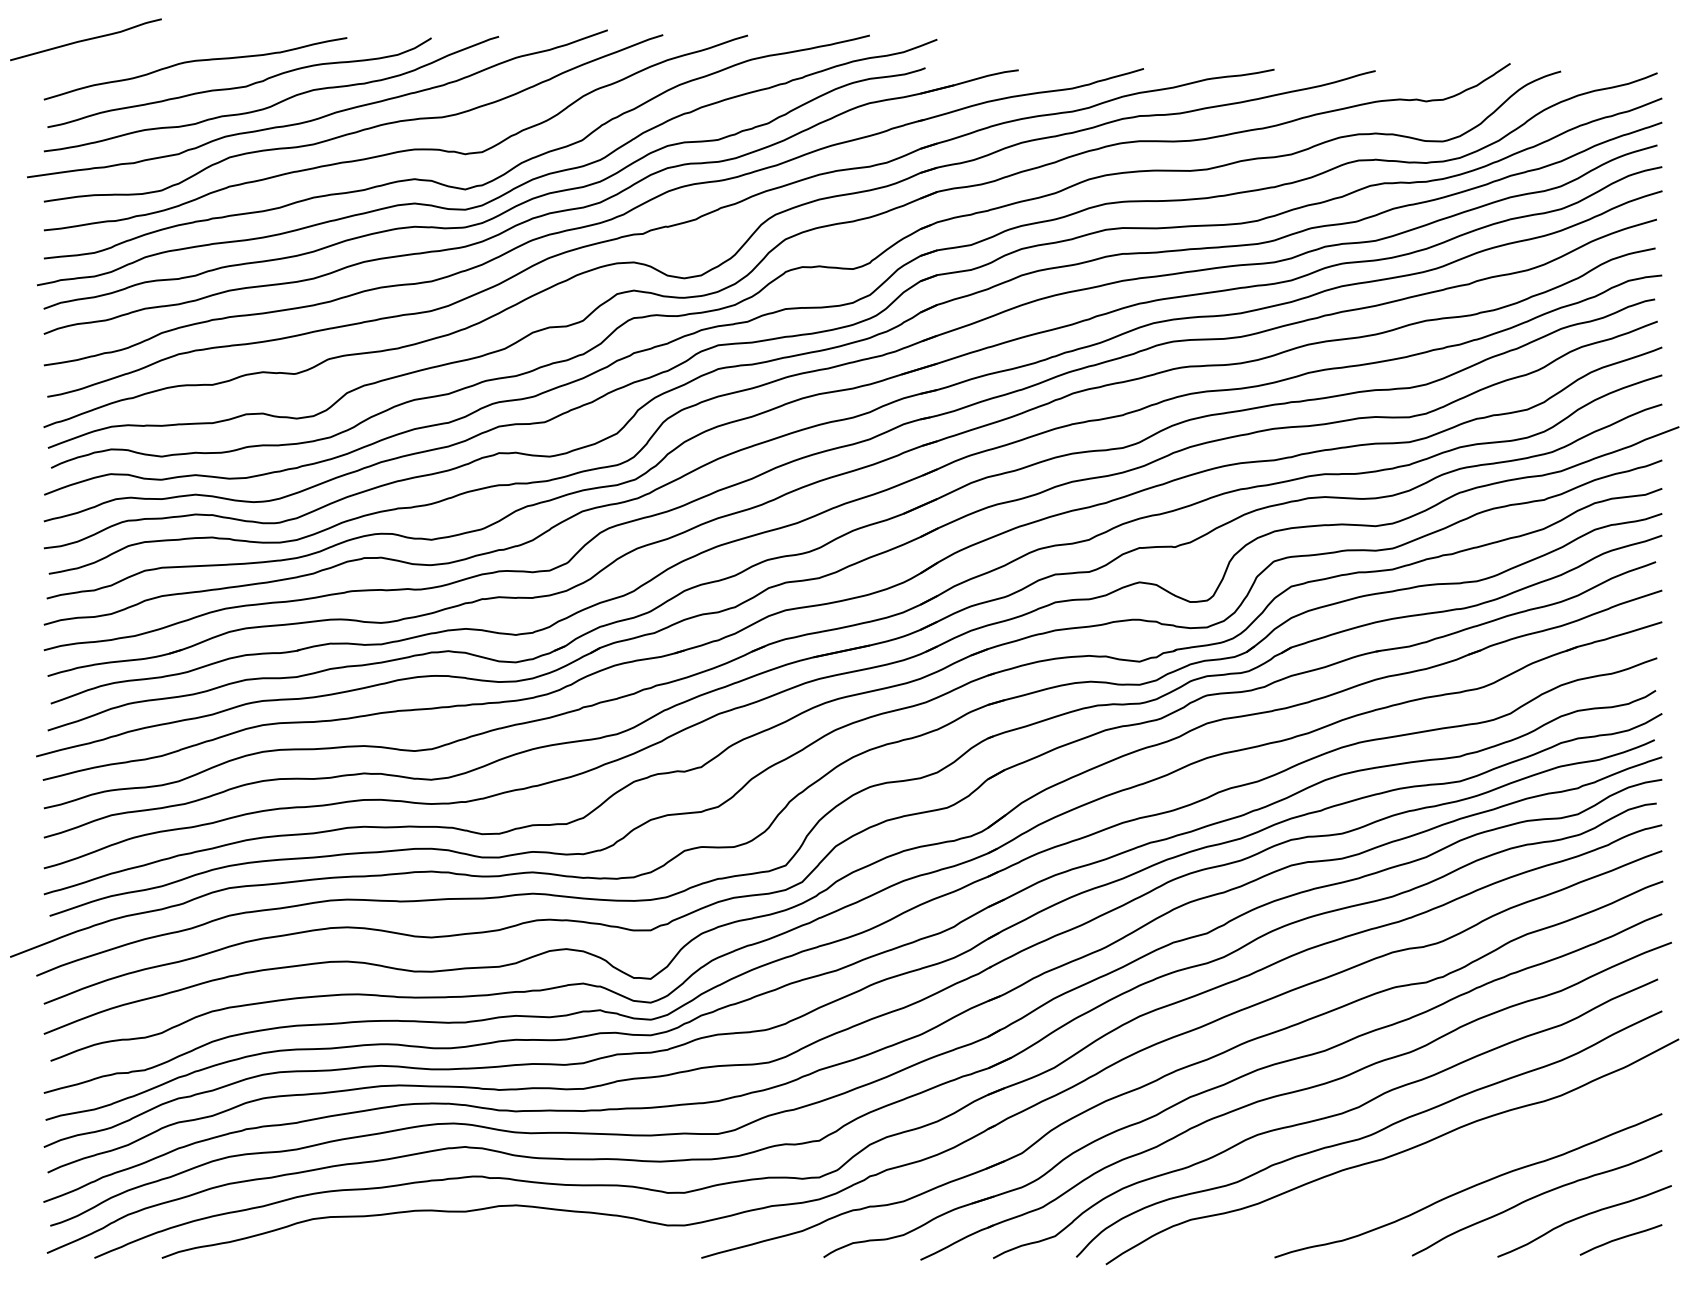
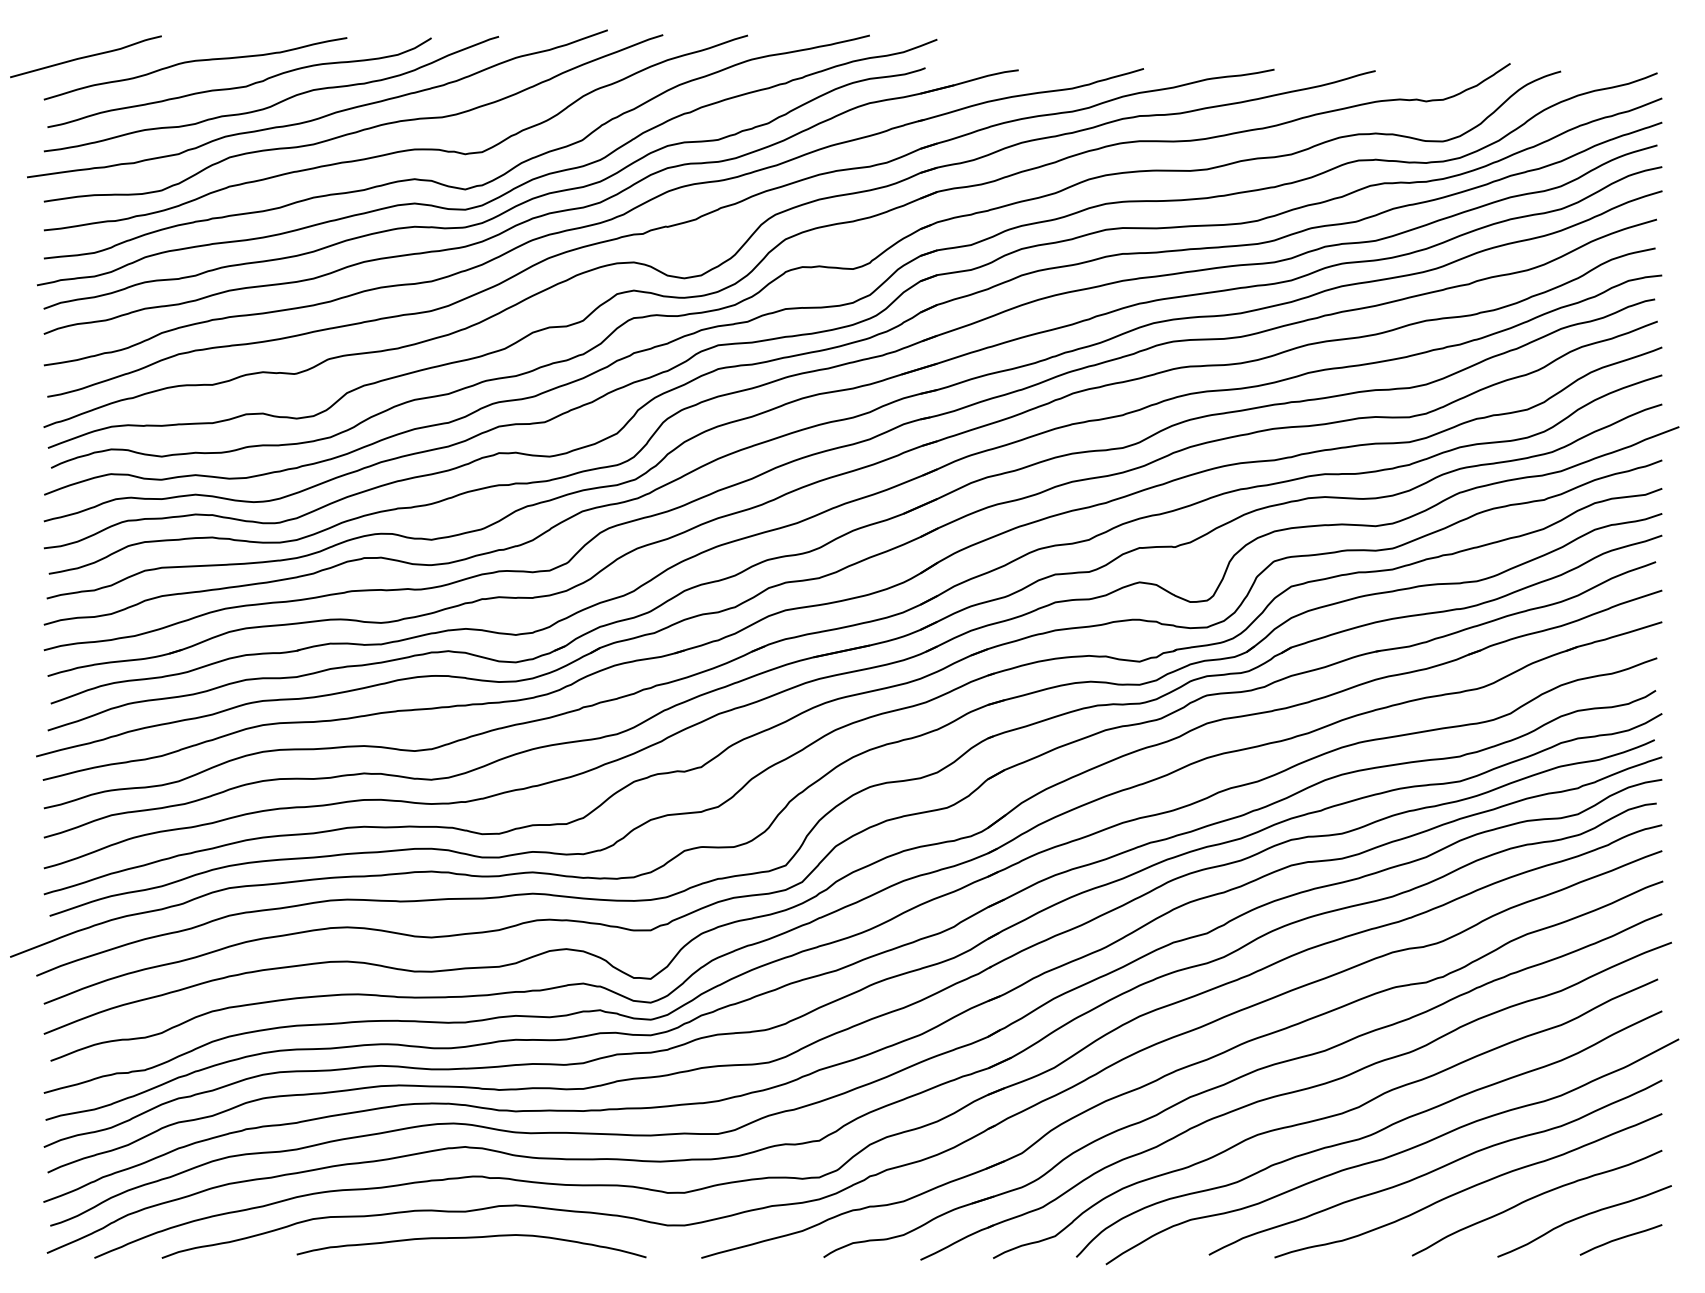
curve at (85, 39) position: (85, 39) -> (85, 56)
curve at (1436, 1168): none -> present
curve at (471, 1238): none -> present
